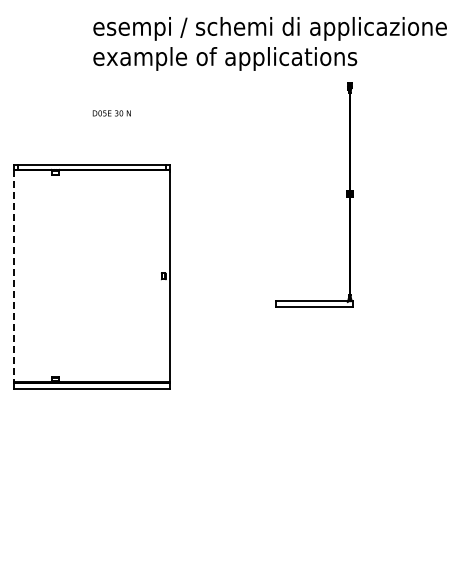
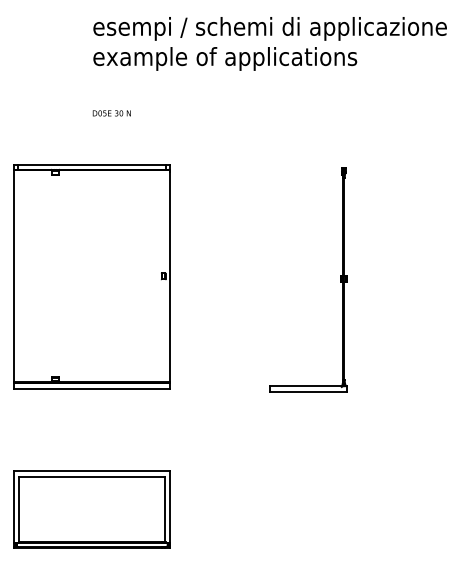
part at (346, 194) position: (346, 194) -> (340, 279)
line at (14, 276): dashed -> solid
part at (91, 509): none -> present
